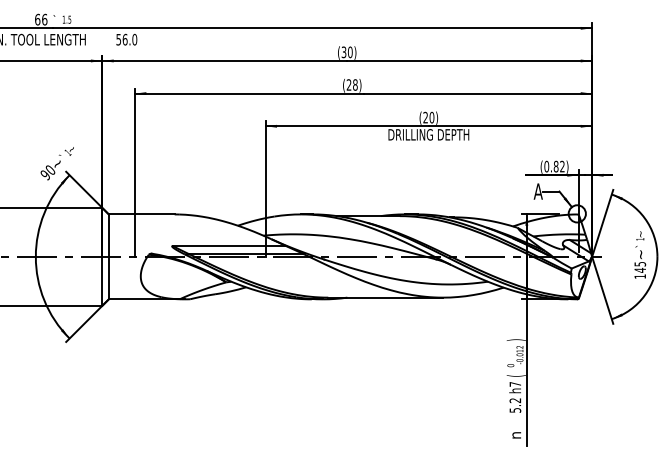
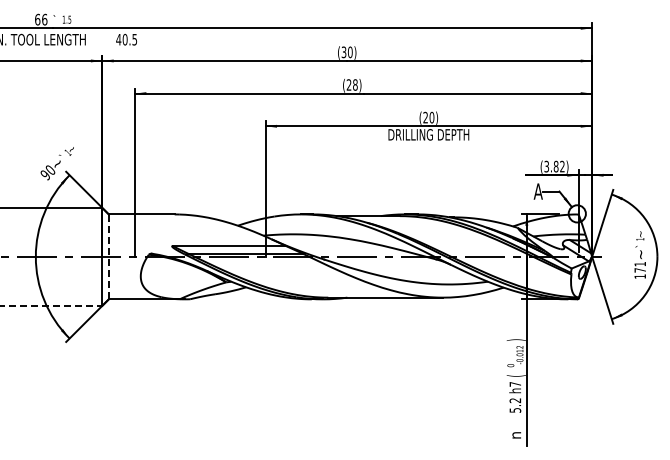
text at (126, 39): 56.0 -> 40.5
text at (546, 166): (0.82) -> (3.82)
line at (108, 256): solid -> dashed
text at (640, 267): 145 -> 171
line at (51, 305): solid -> dashed
